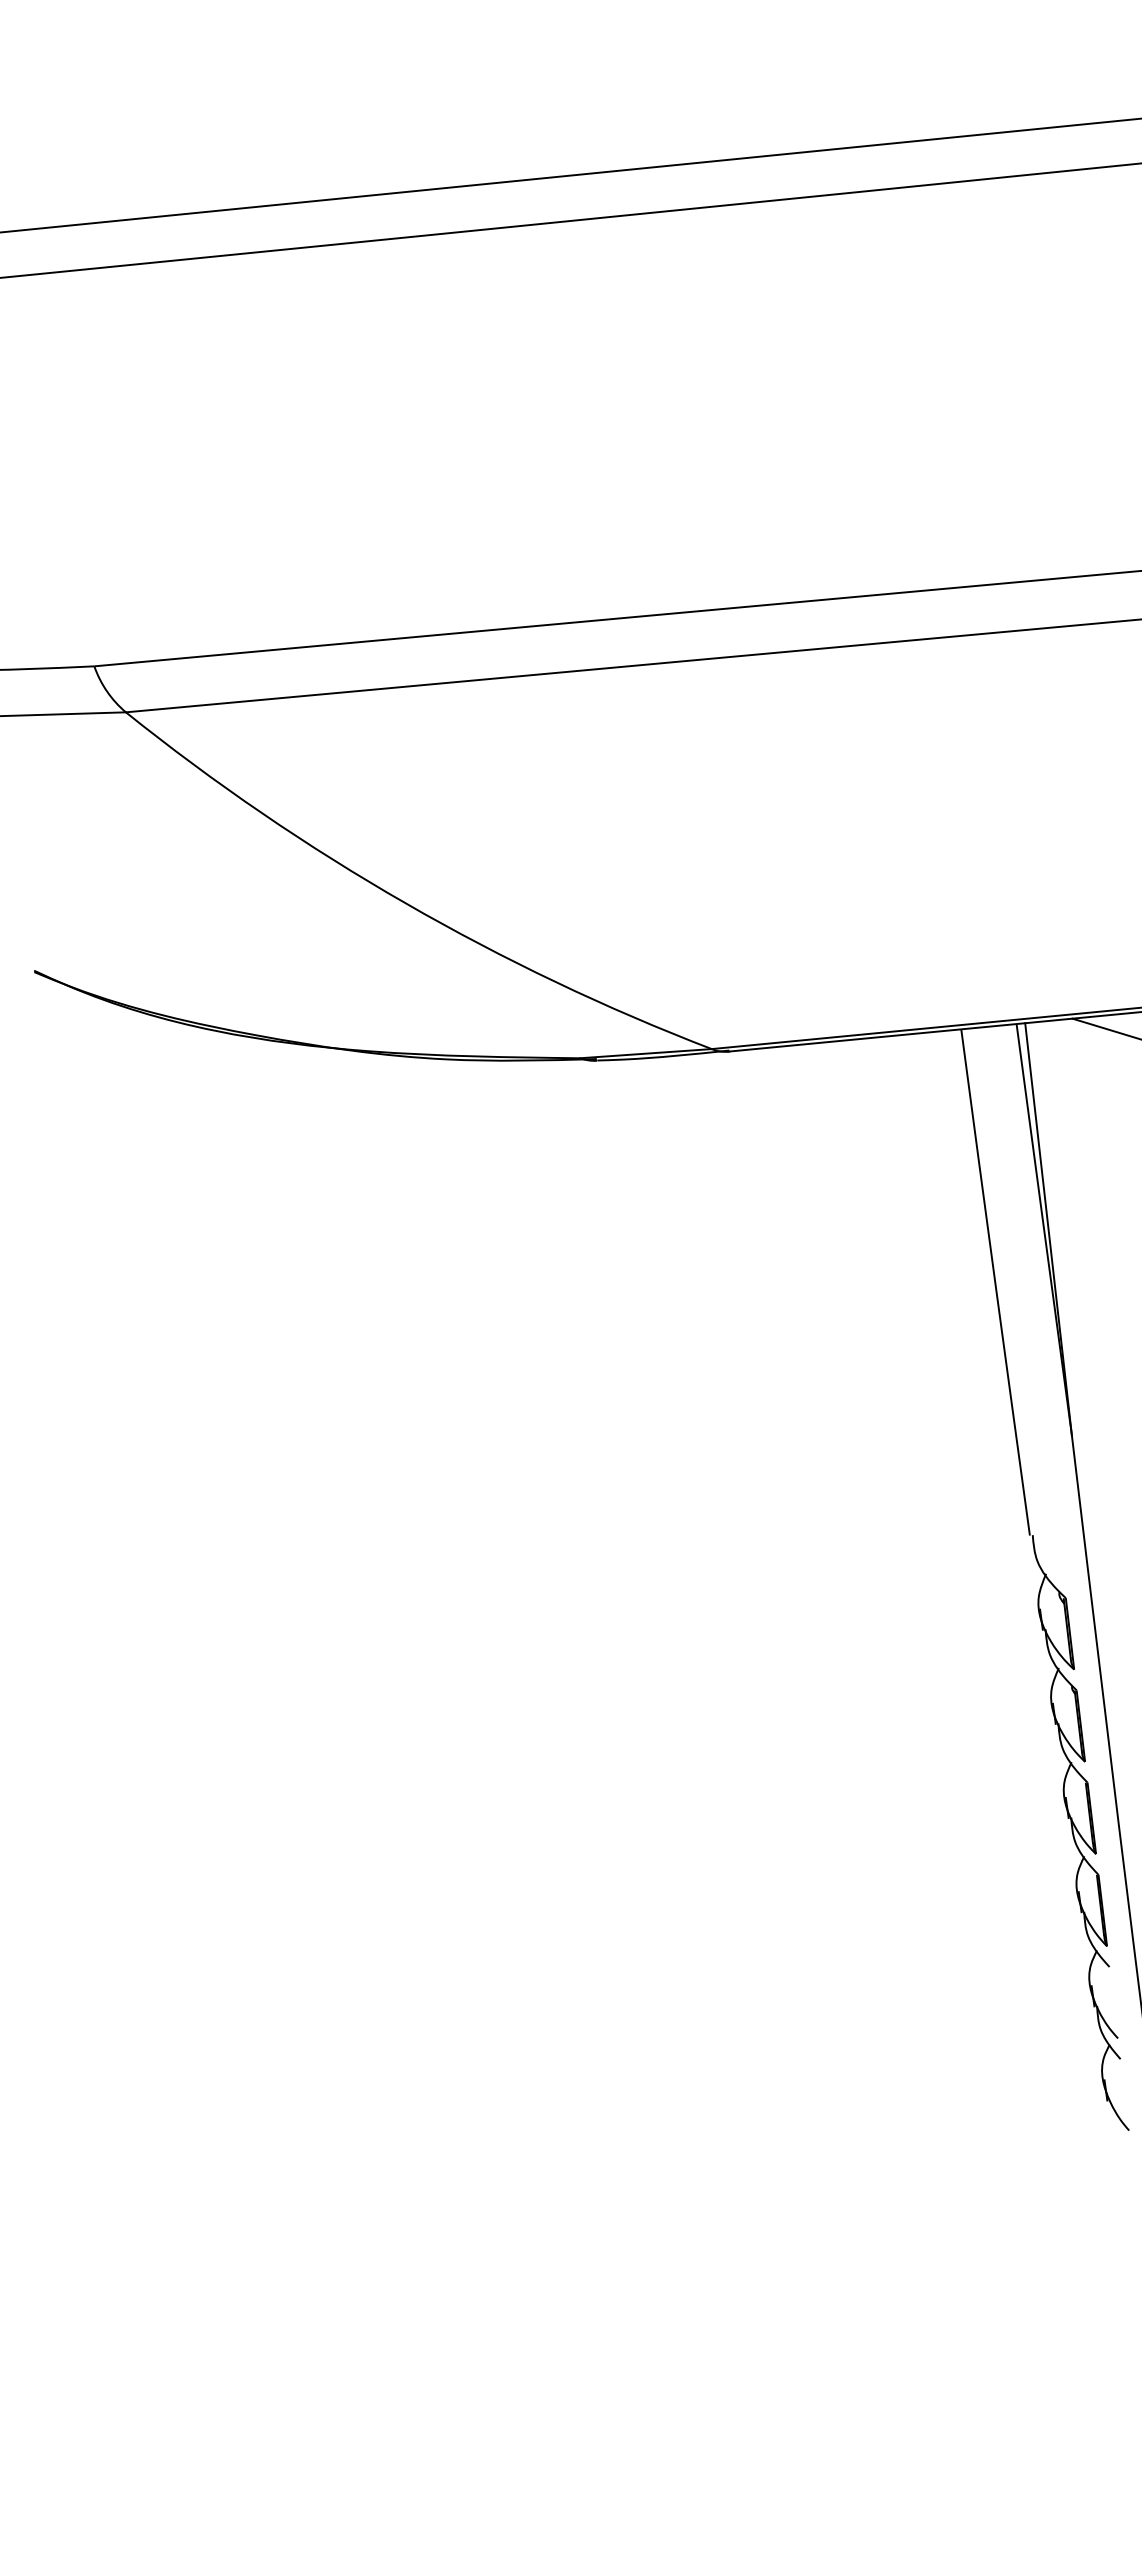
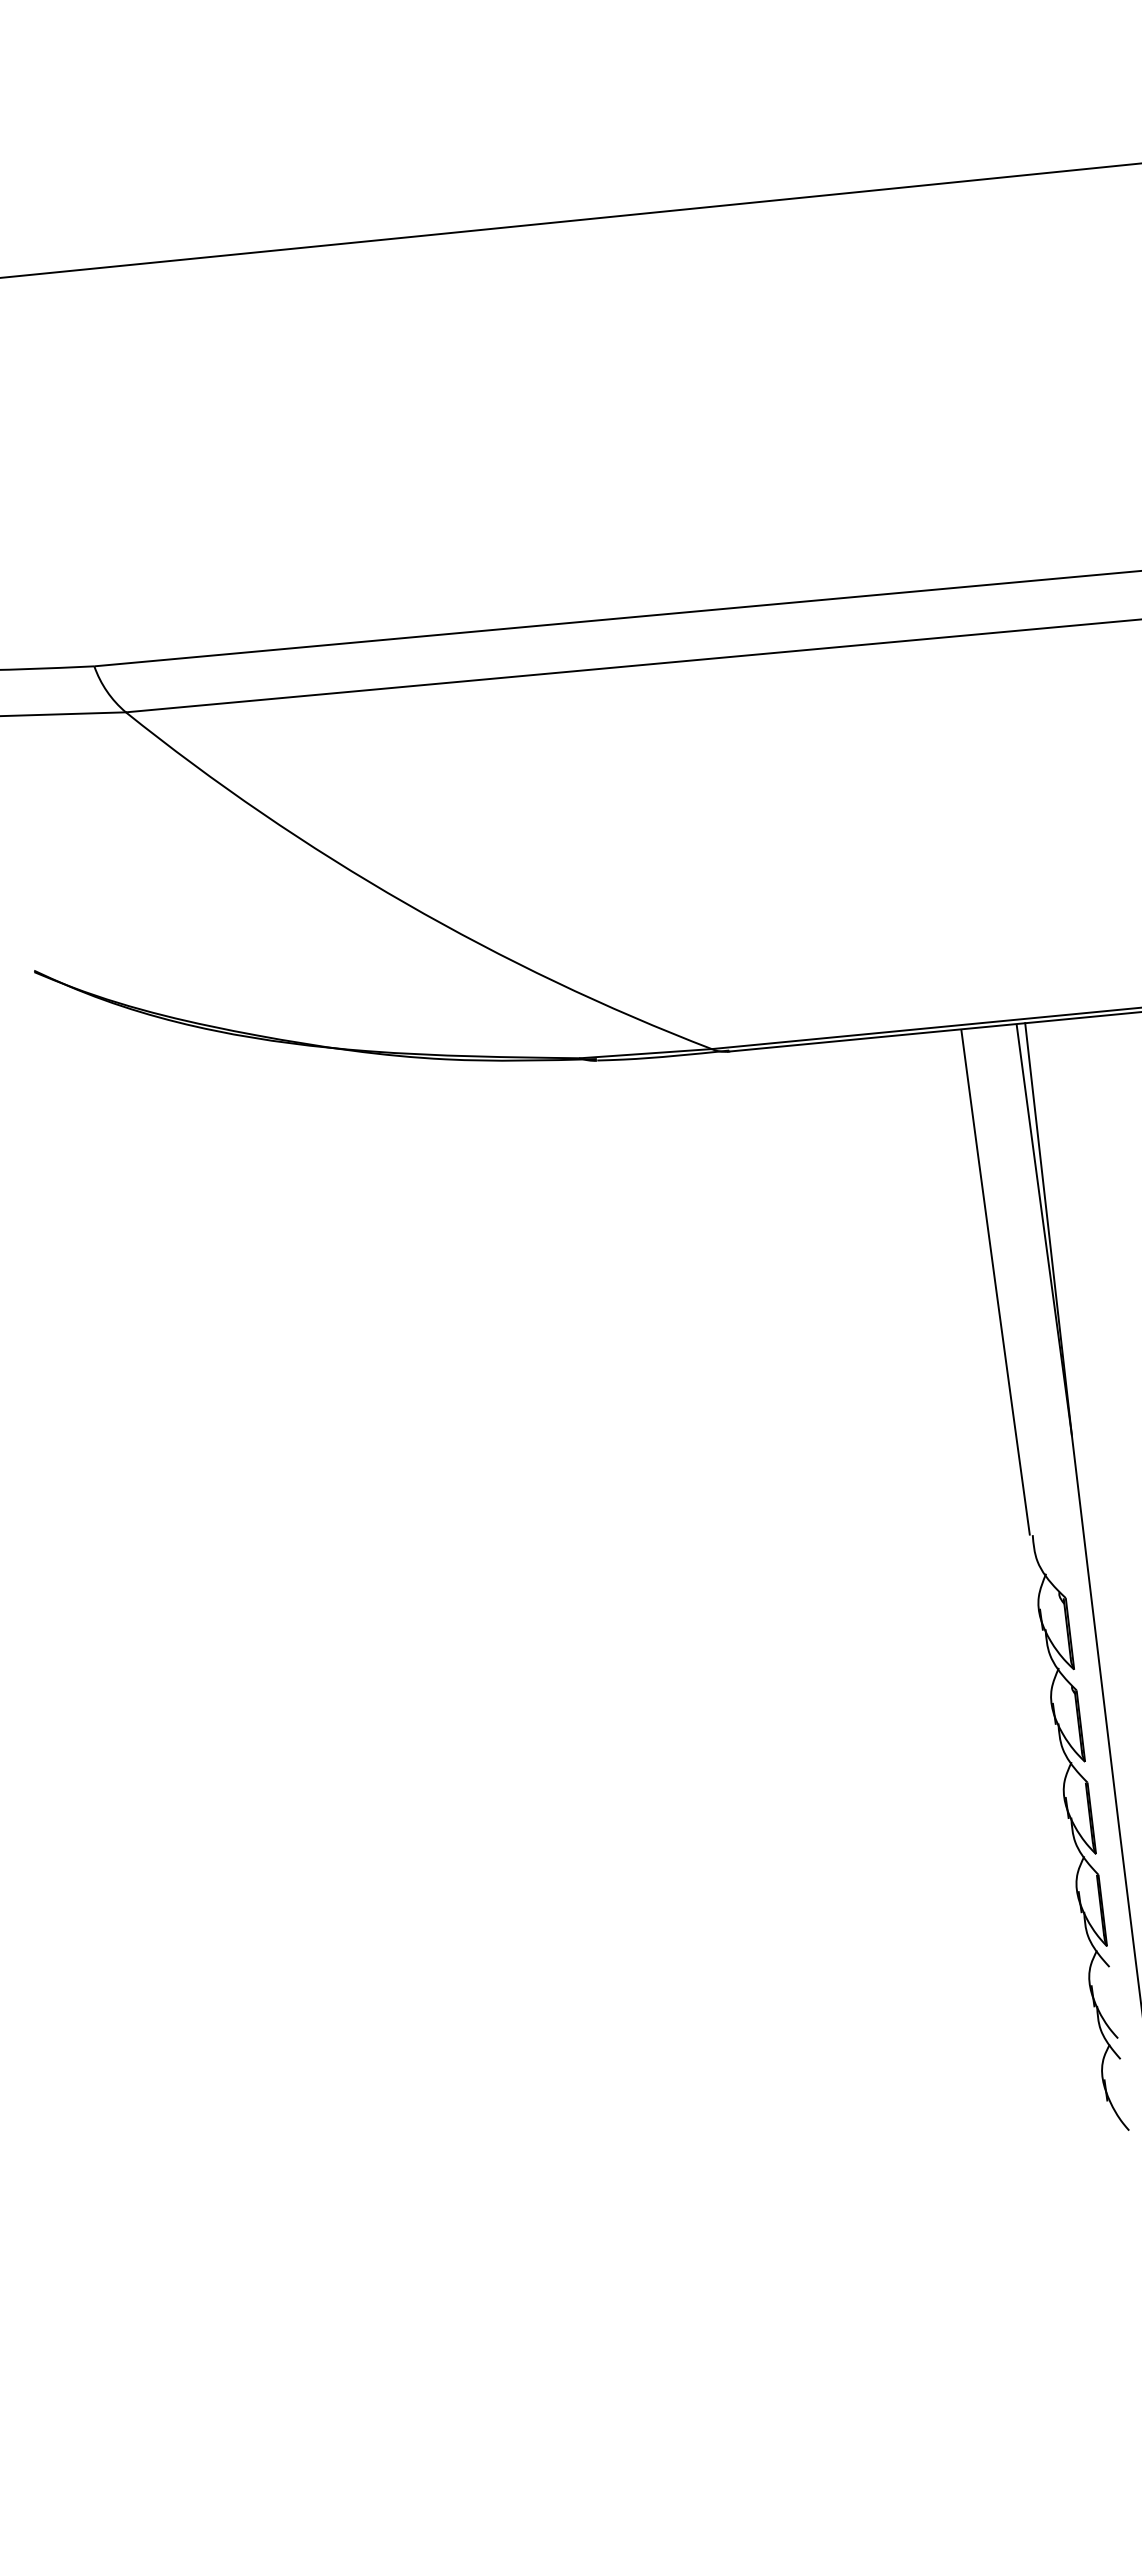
line at (570, 175): present -> none
line at (1105, 1028): present -> none
